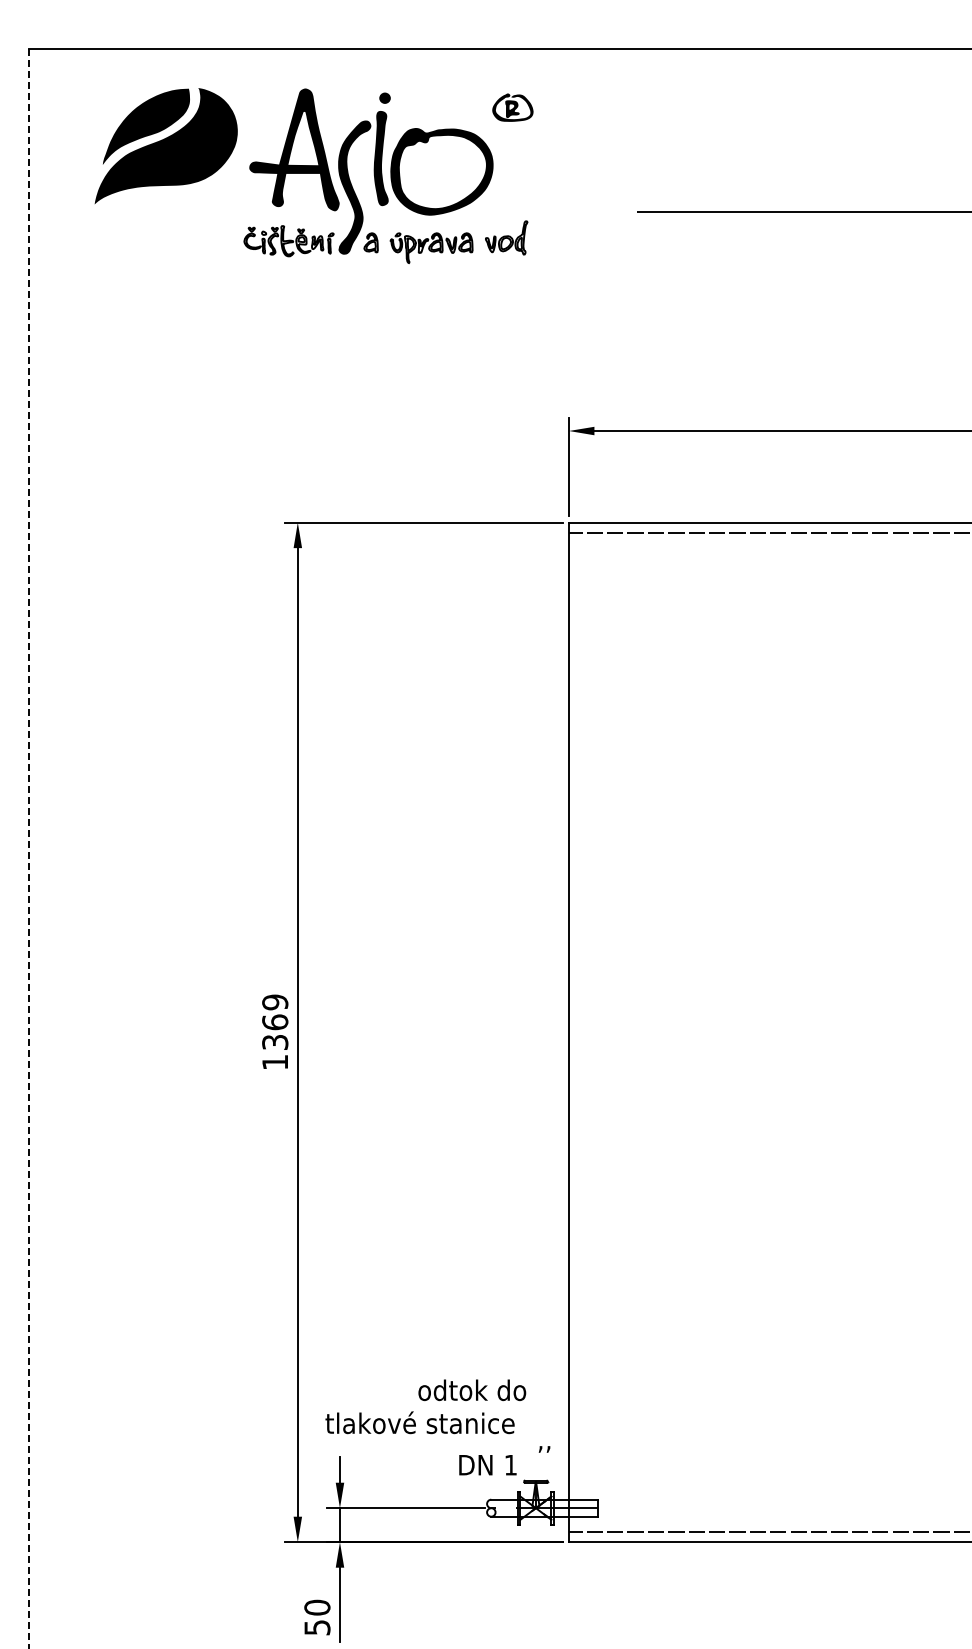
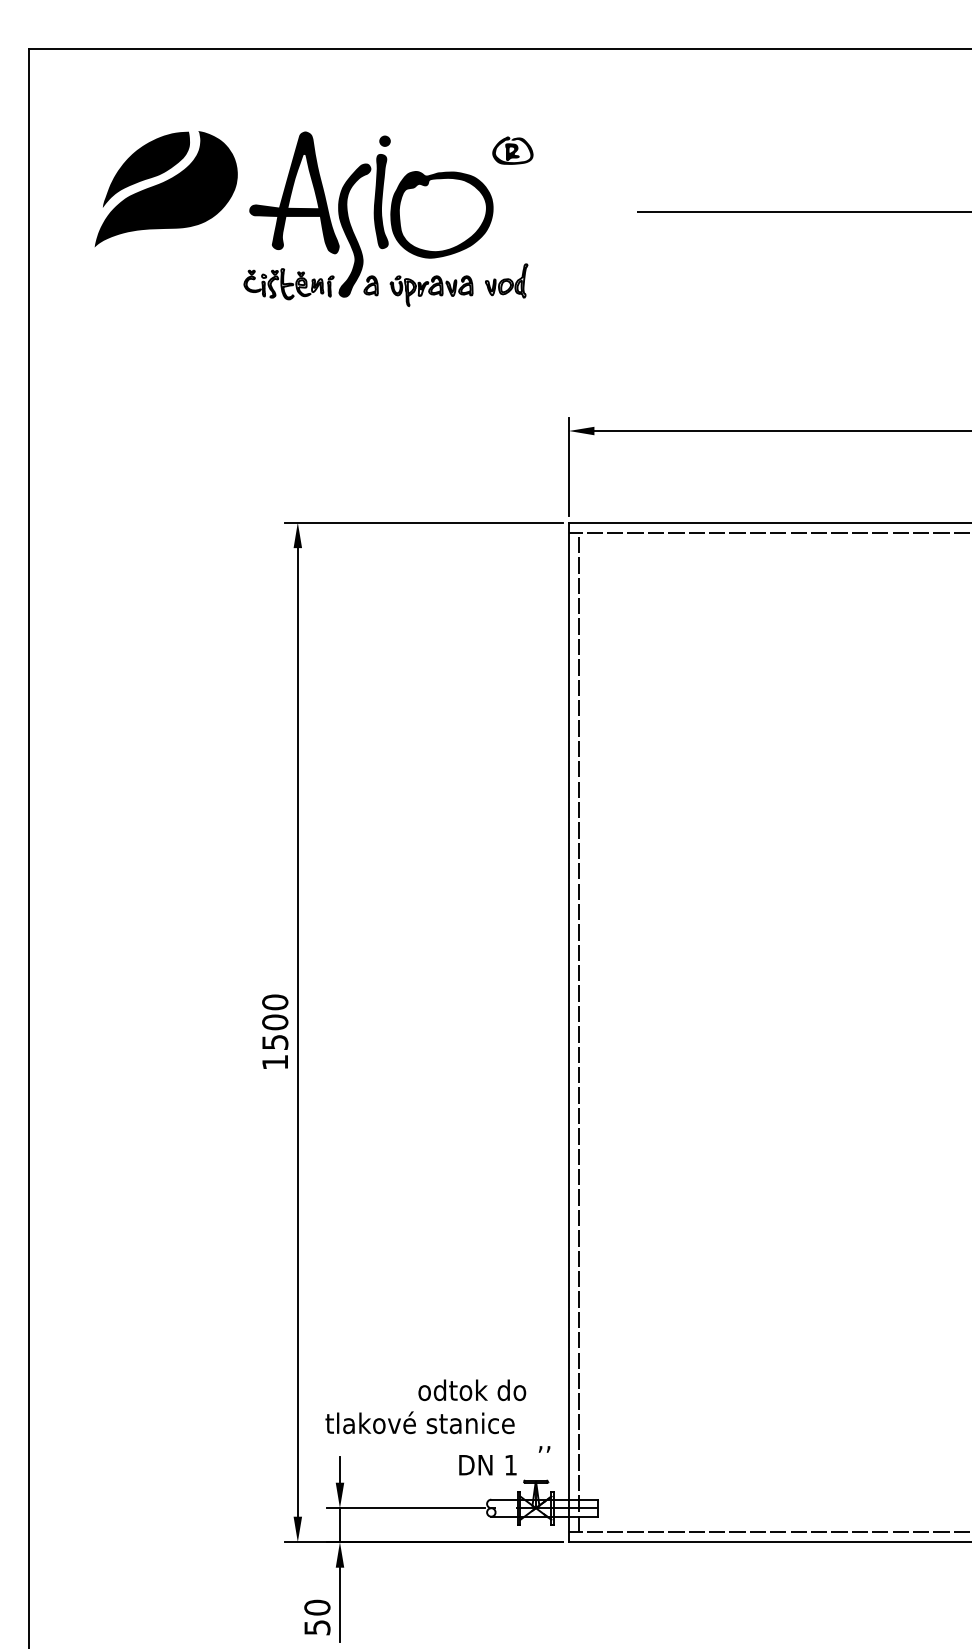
part at (313, 175) position: (313, 175) -> (313, 218)
line at (28, 849): dashed -> solid
text at (275, 1021): 1369 -> 1500
line at (579, 1031): none -> present
